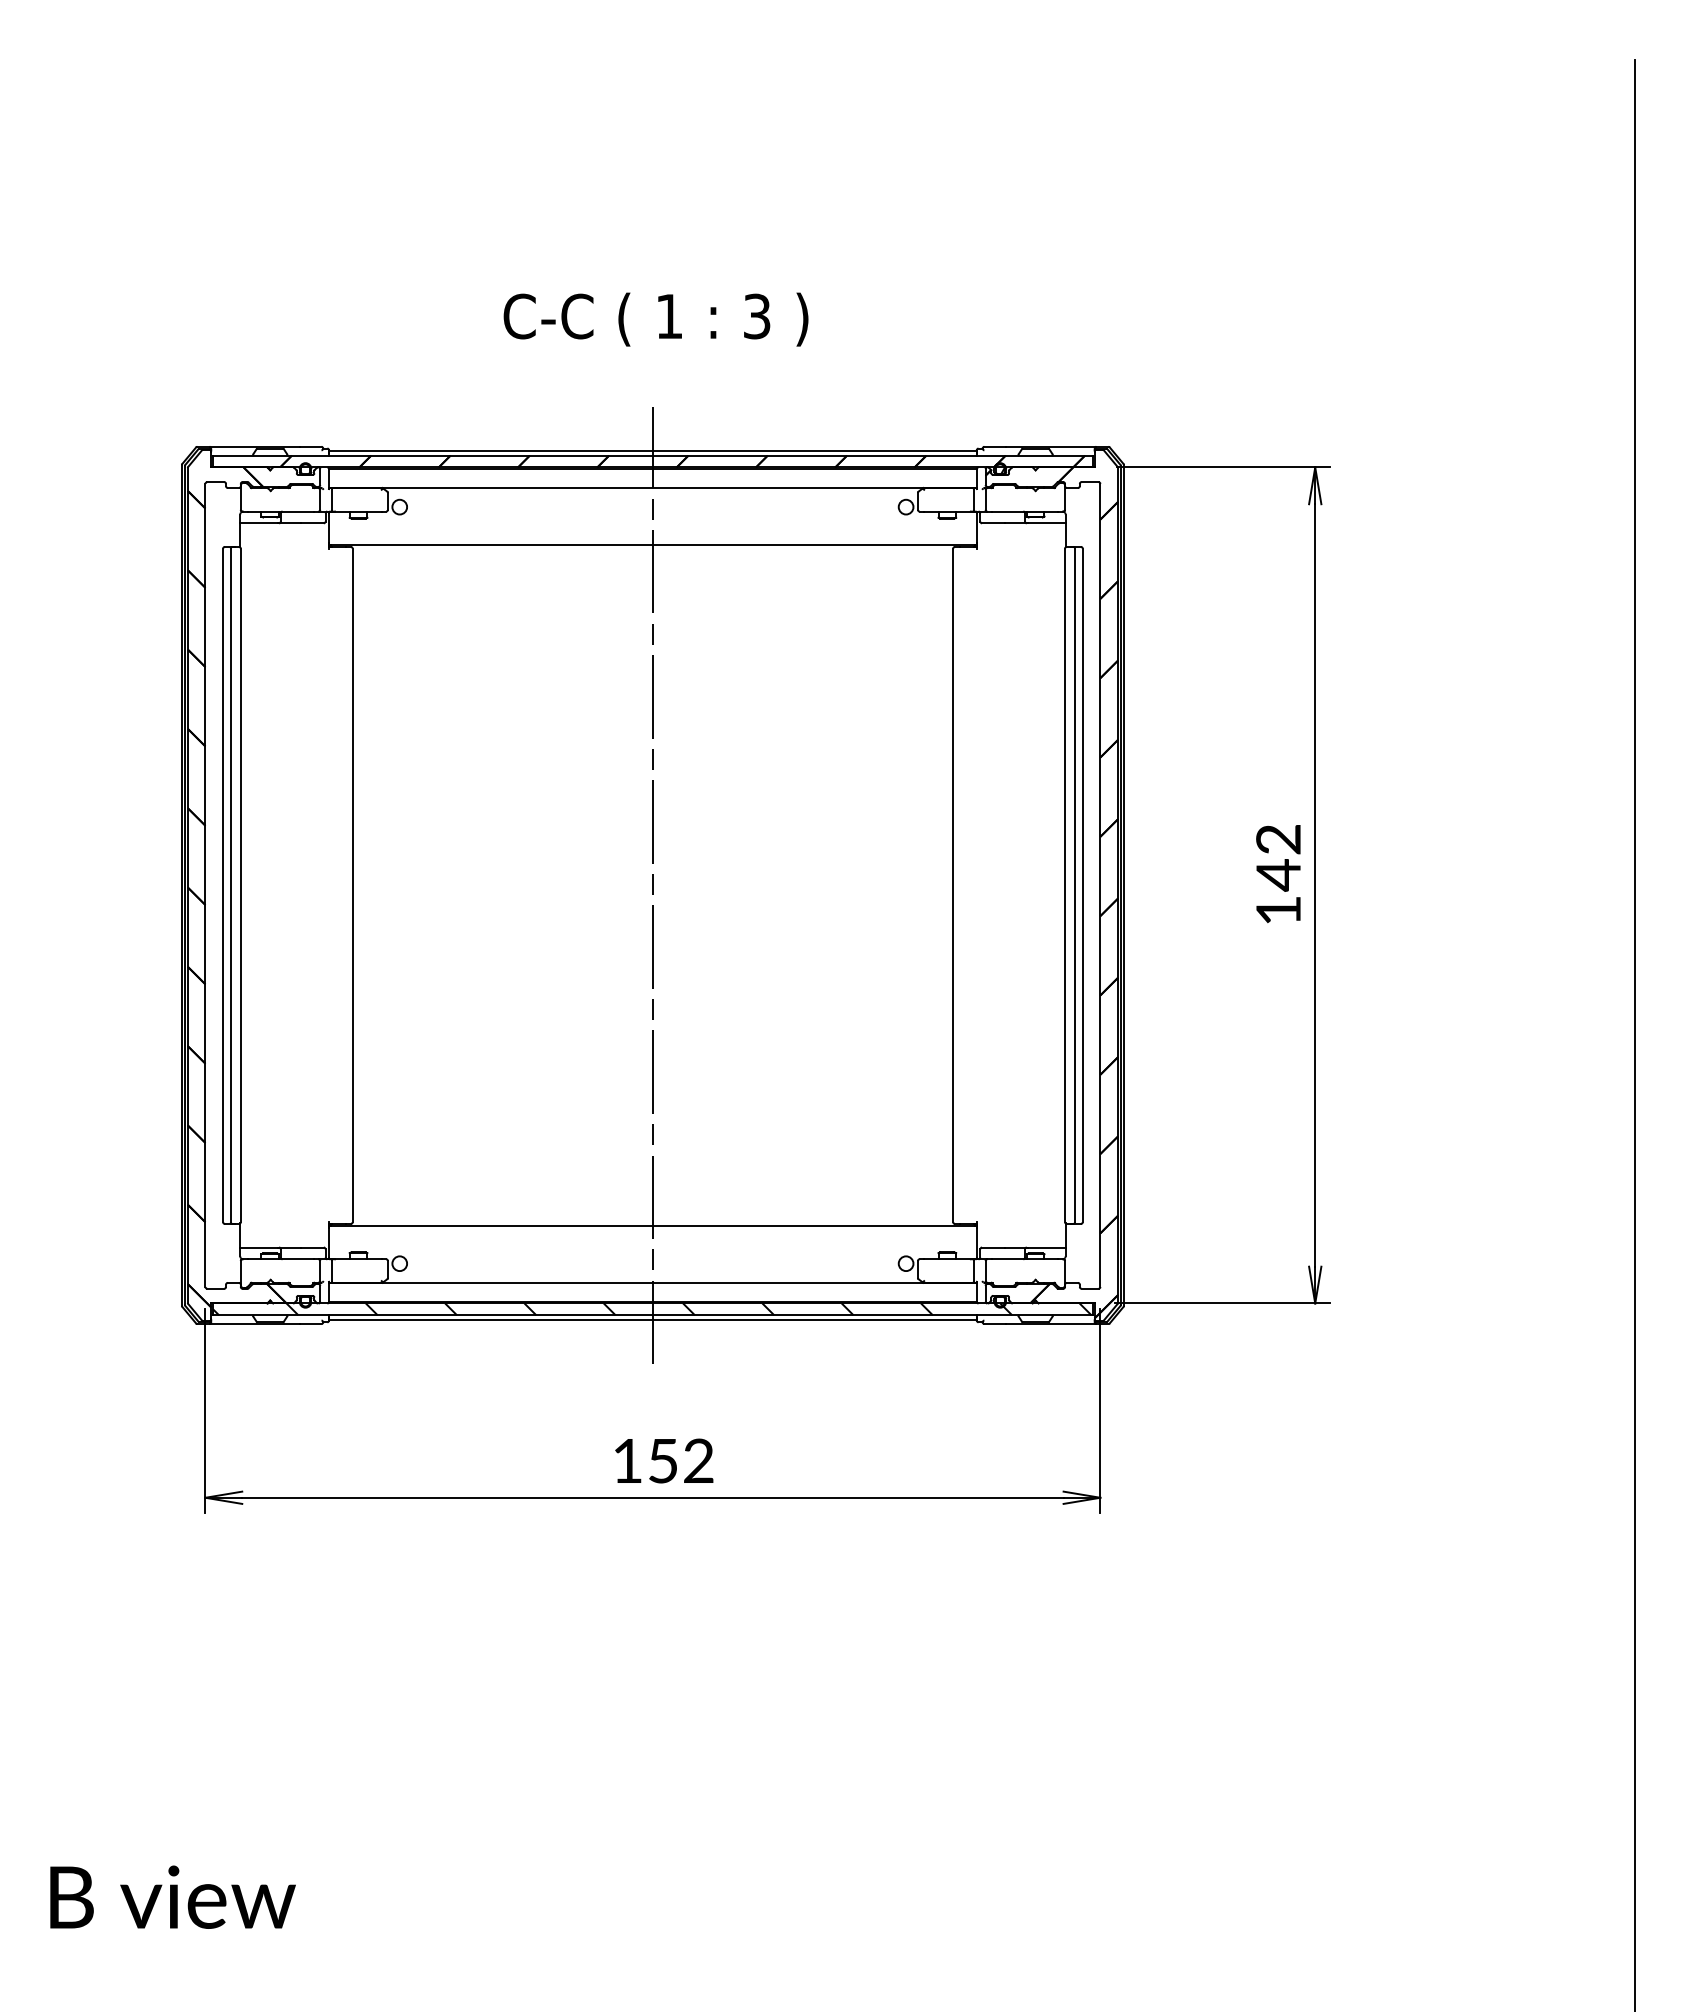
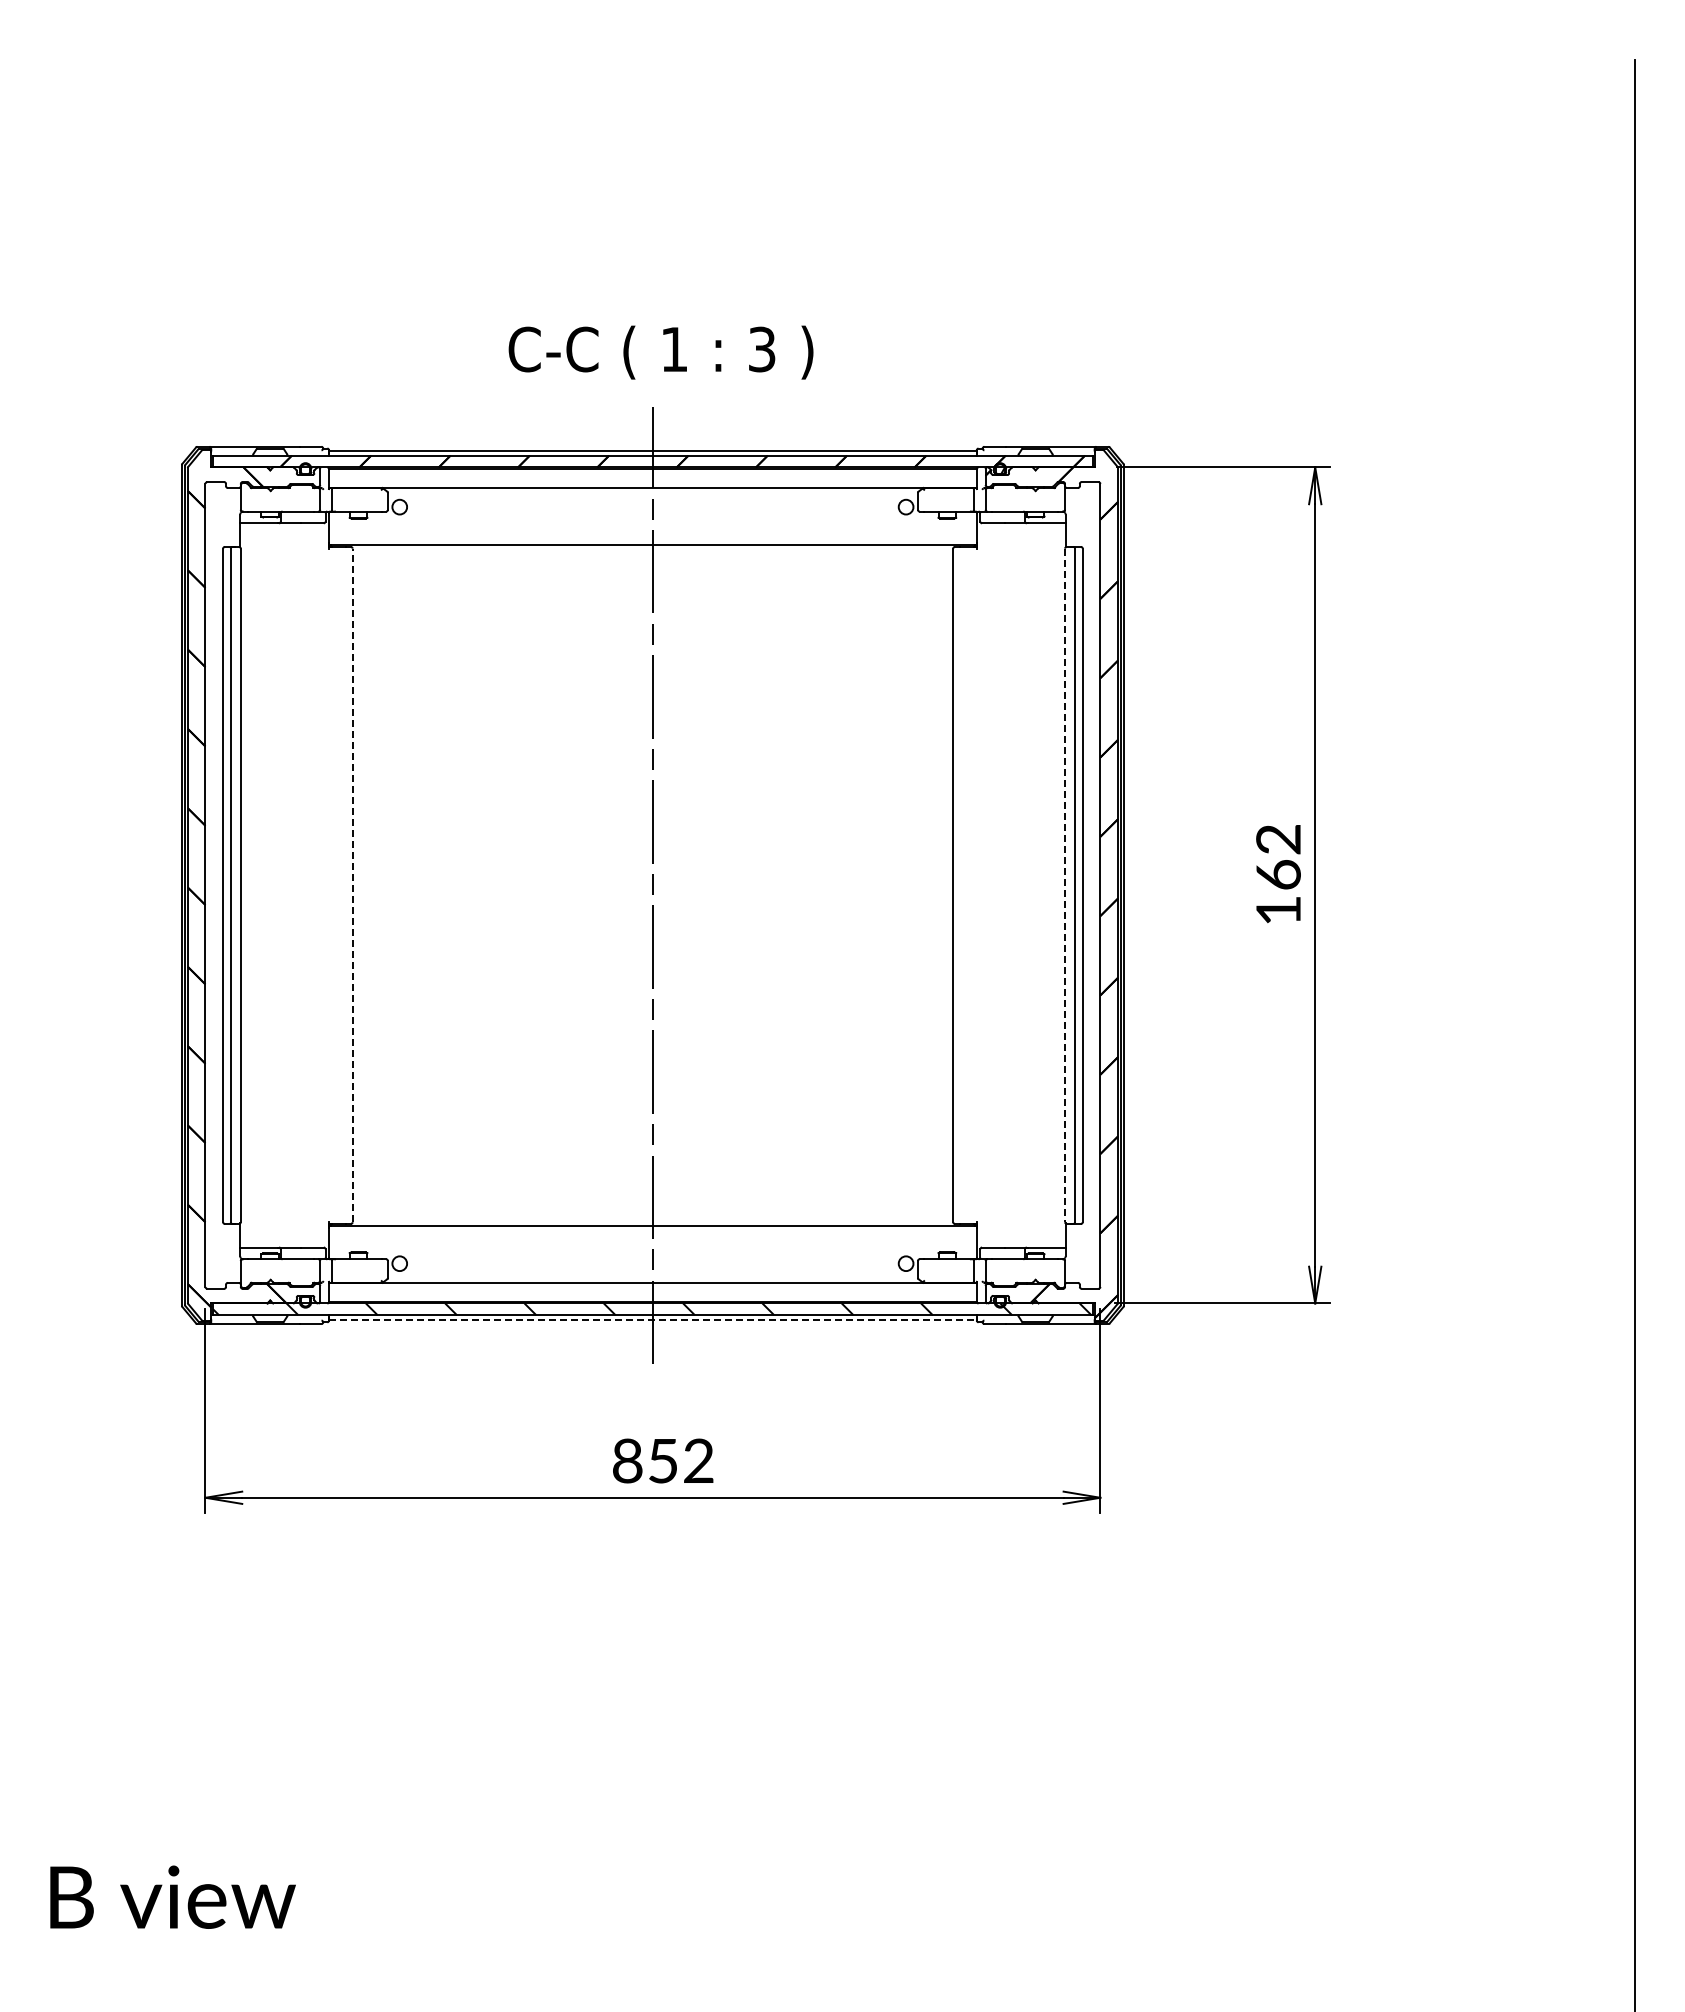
text at (655, 319) position: (655, 319) -> (660, 352)
text at (1278, 875): 142 -> 162
line at (352, 885): solid -> dashed
line at (1065, 885): solid -> dashed
line at (652, 1319): solid -> dashed
text at (627, 1460): 152 -> 852
